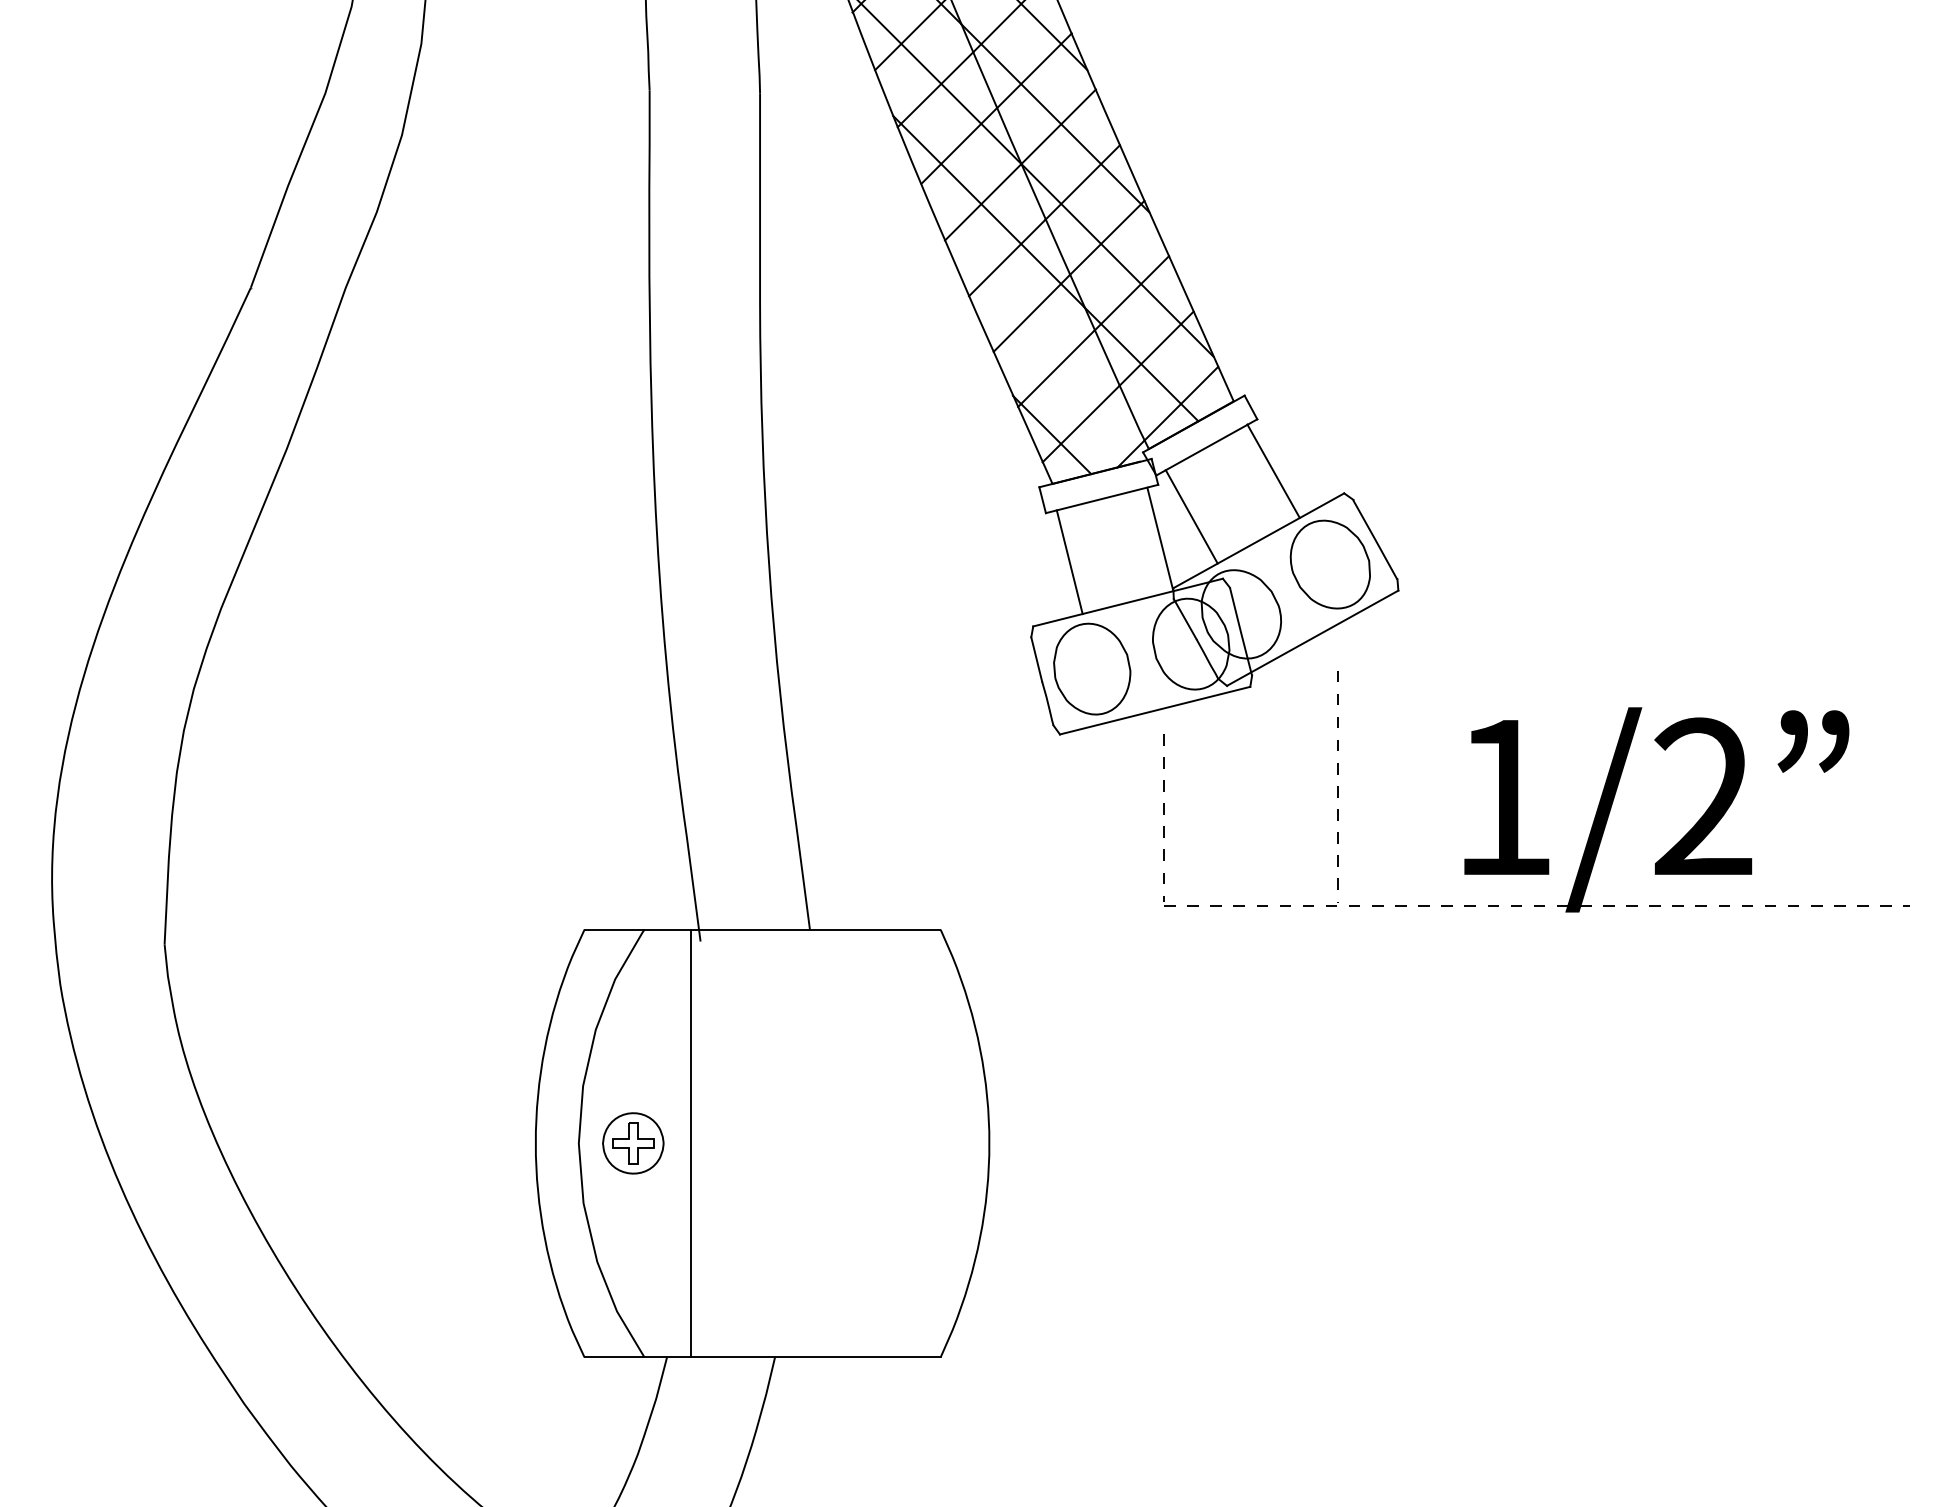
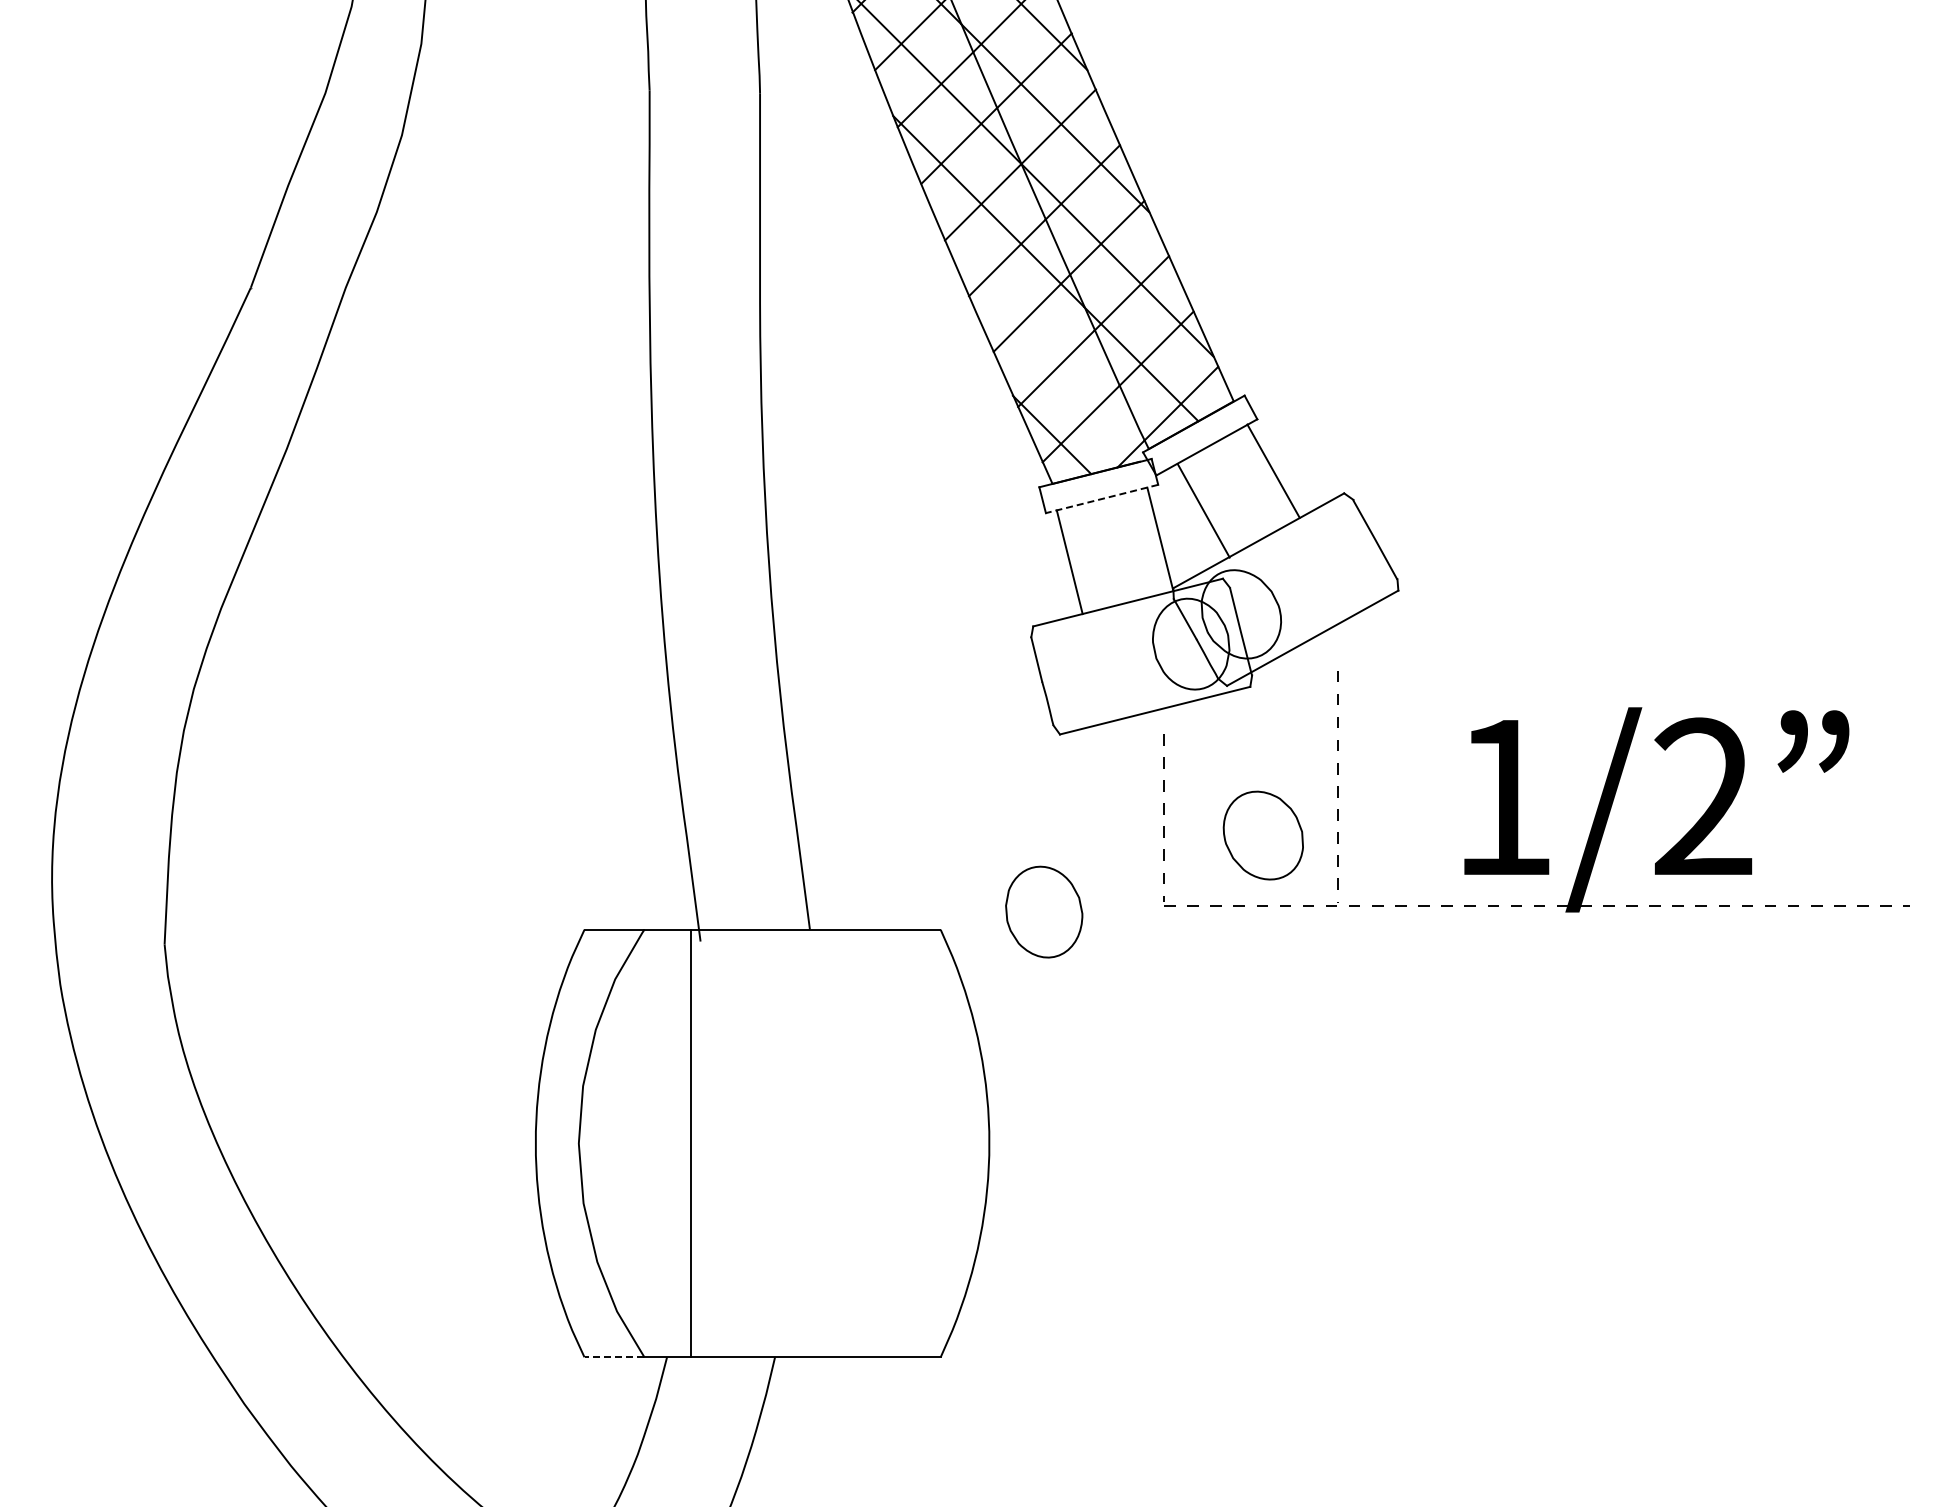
line at (1102, 498): solid -> dashed
line at (1191, 516) position: (1191, 516) -> (1203, 510)
part at (1329, 564) position: (1329, 564) -> (1262, 835)
part at (1092, 668) position: (1092, 668) -> (1044, 911)
part at (633, 1143): present -> none
line at (614, 1357): solid -> dashed
